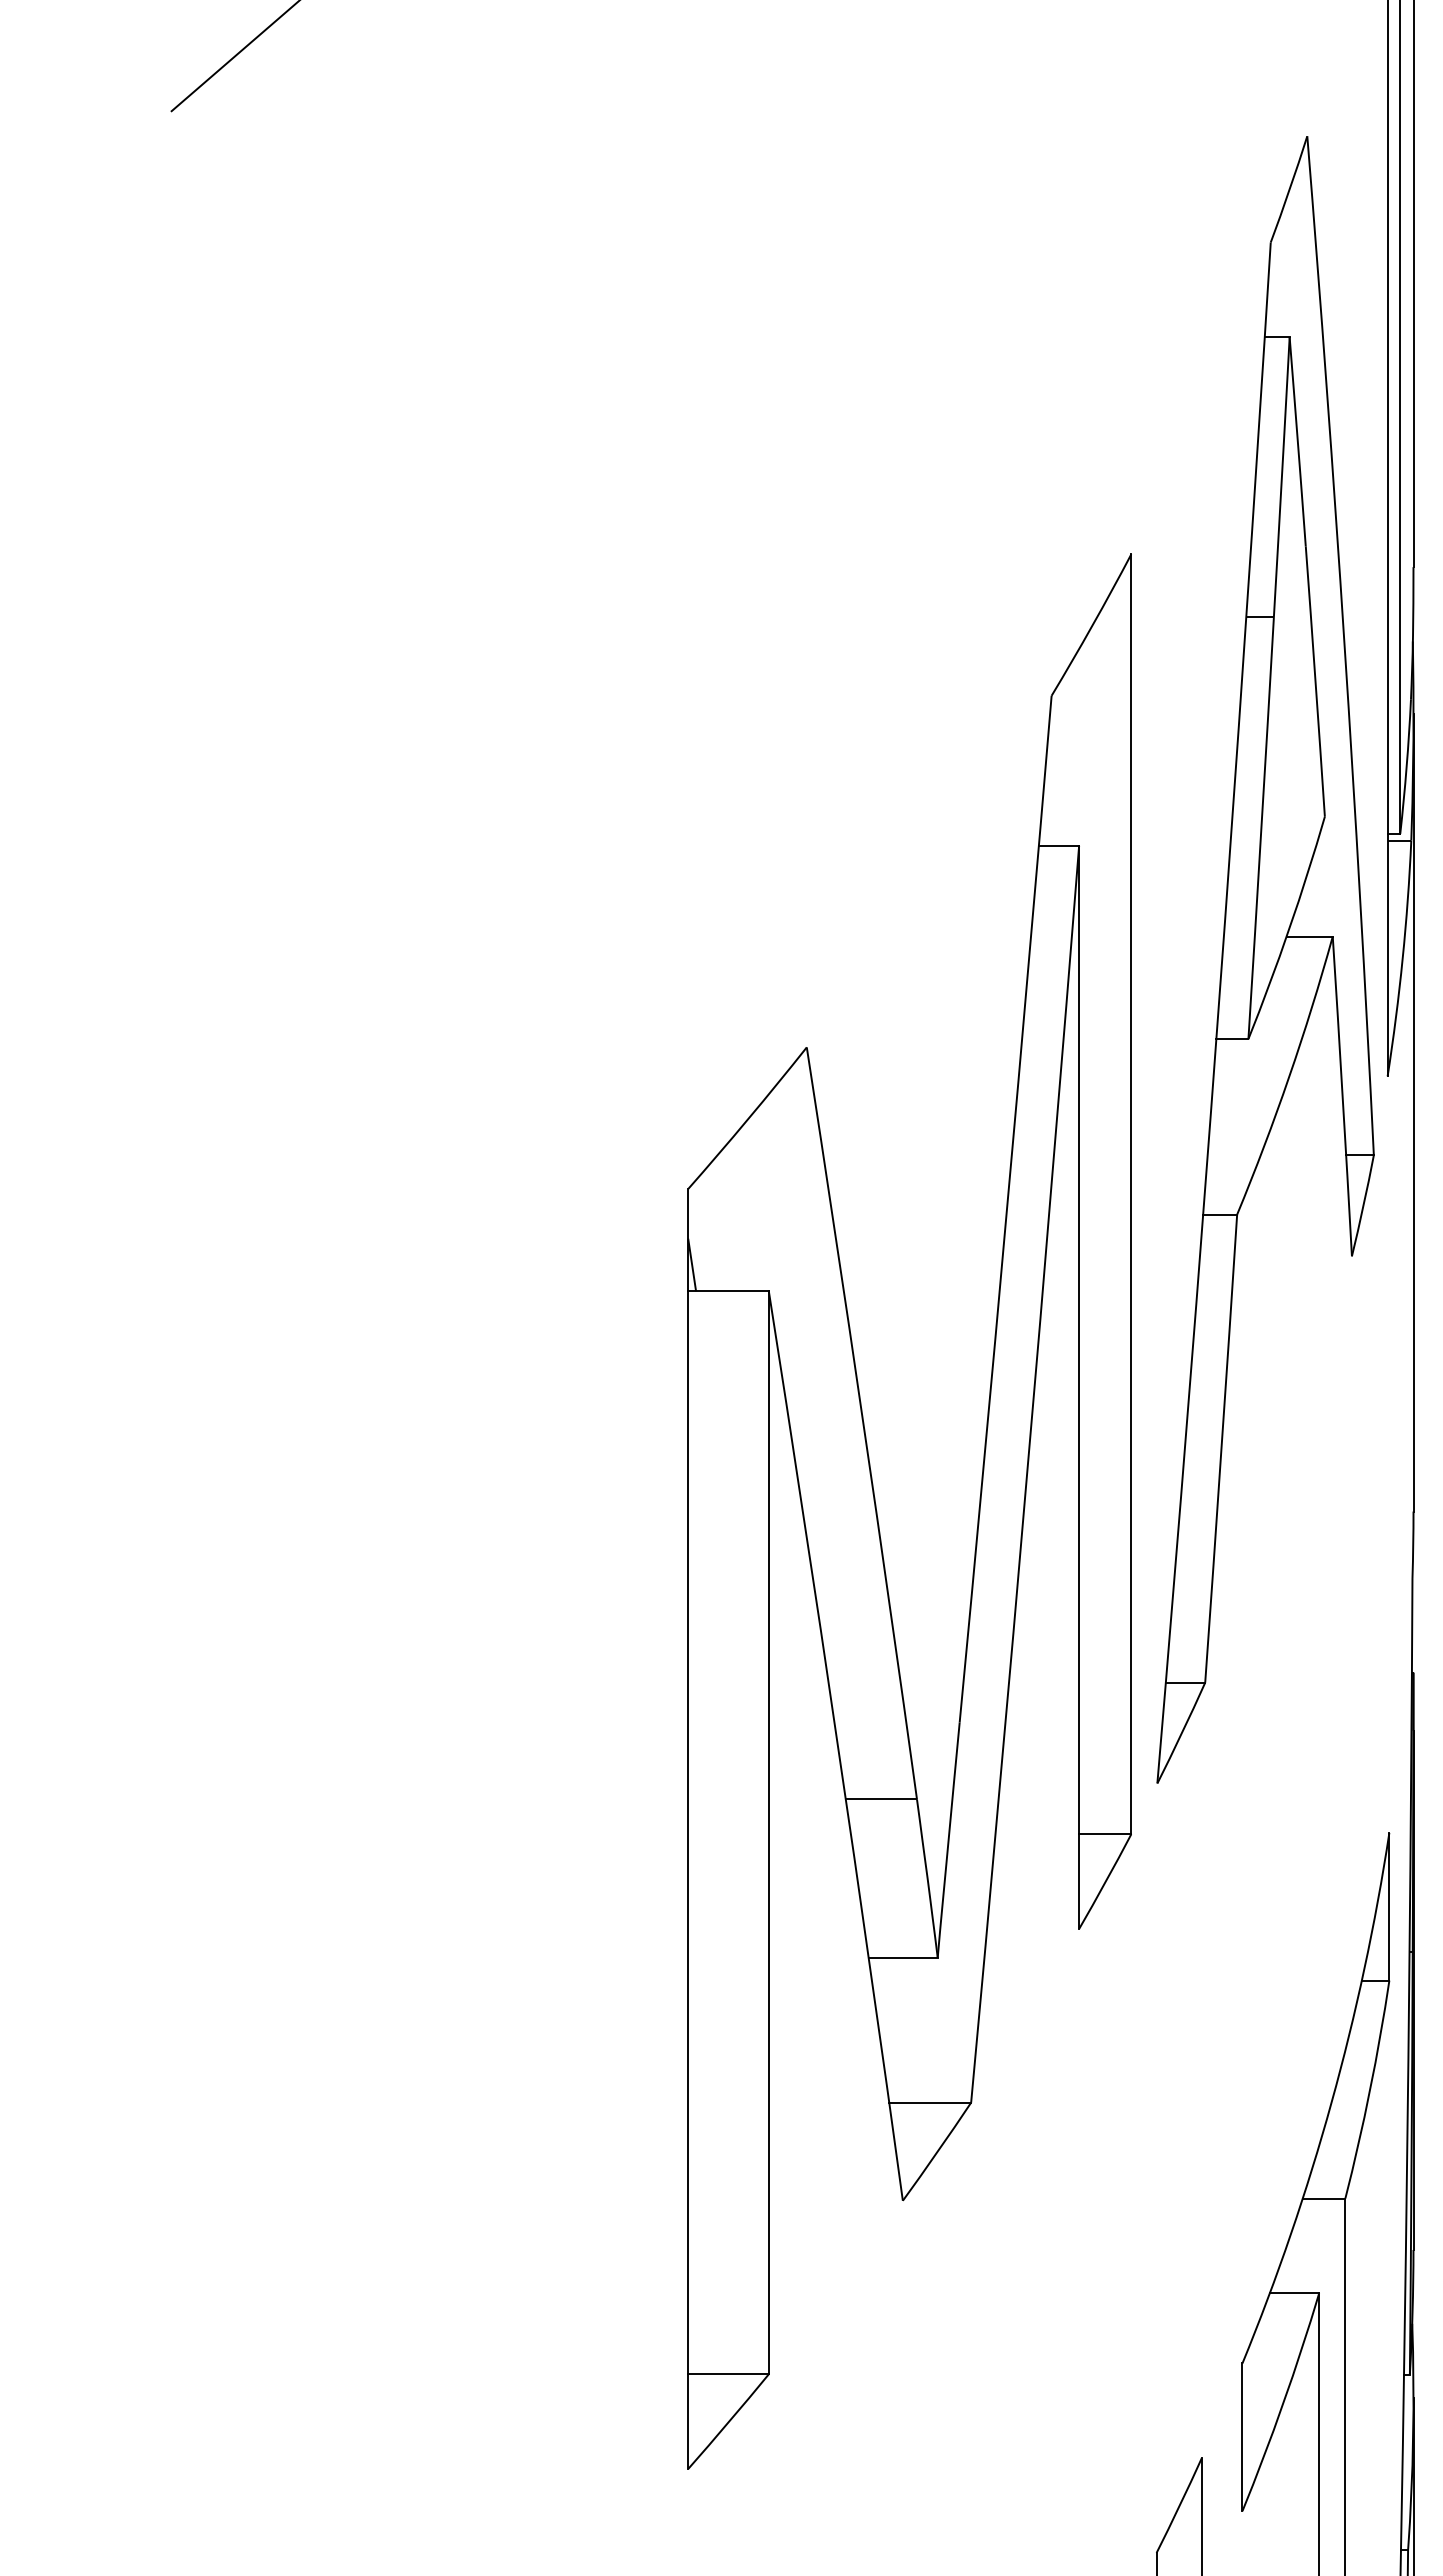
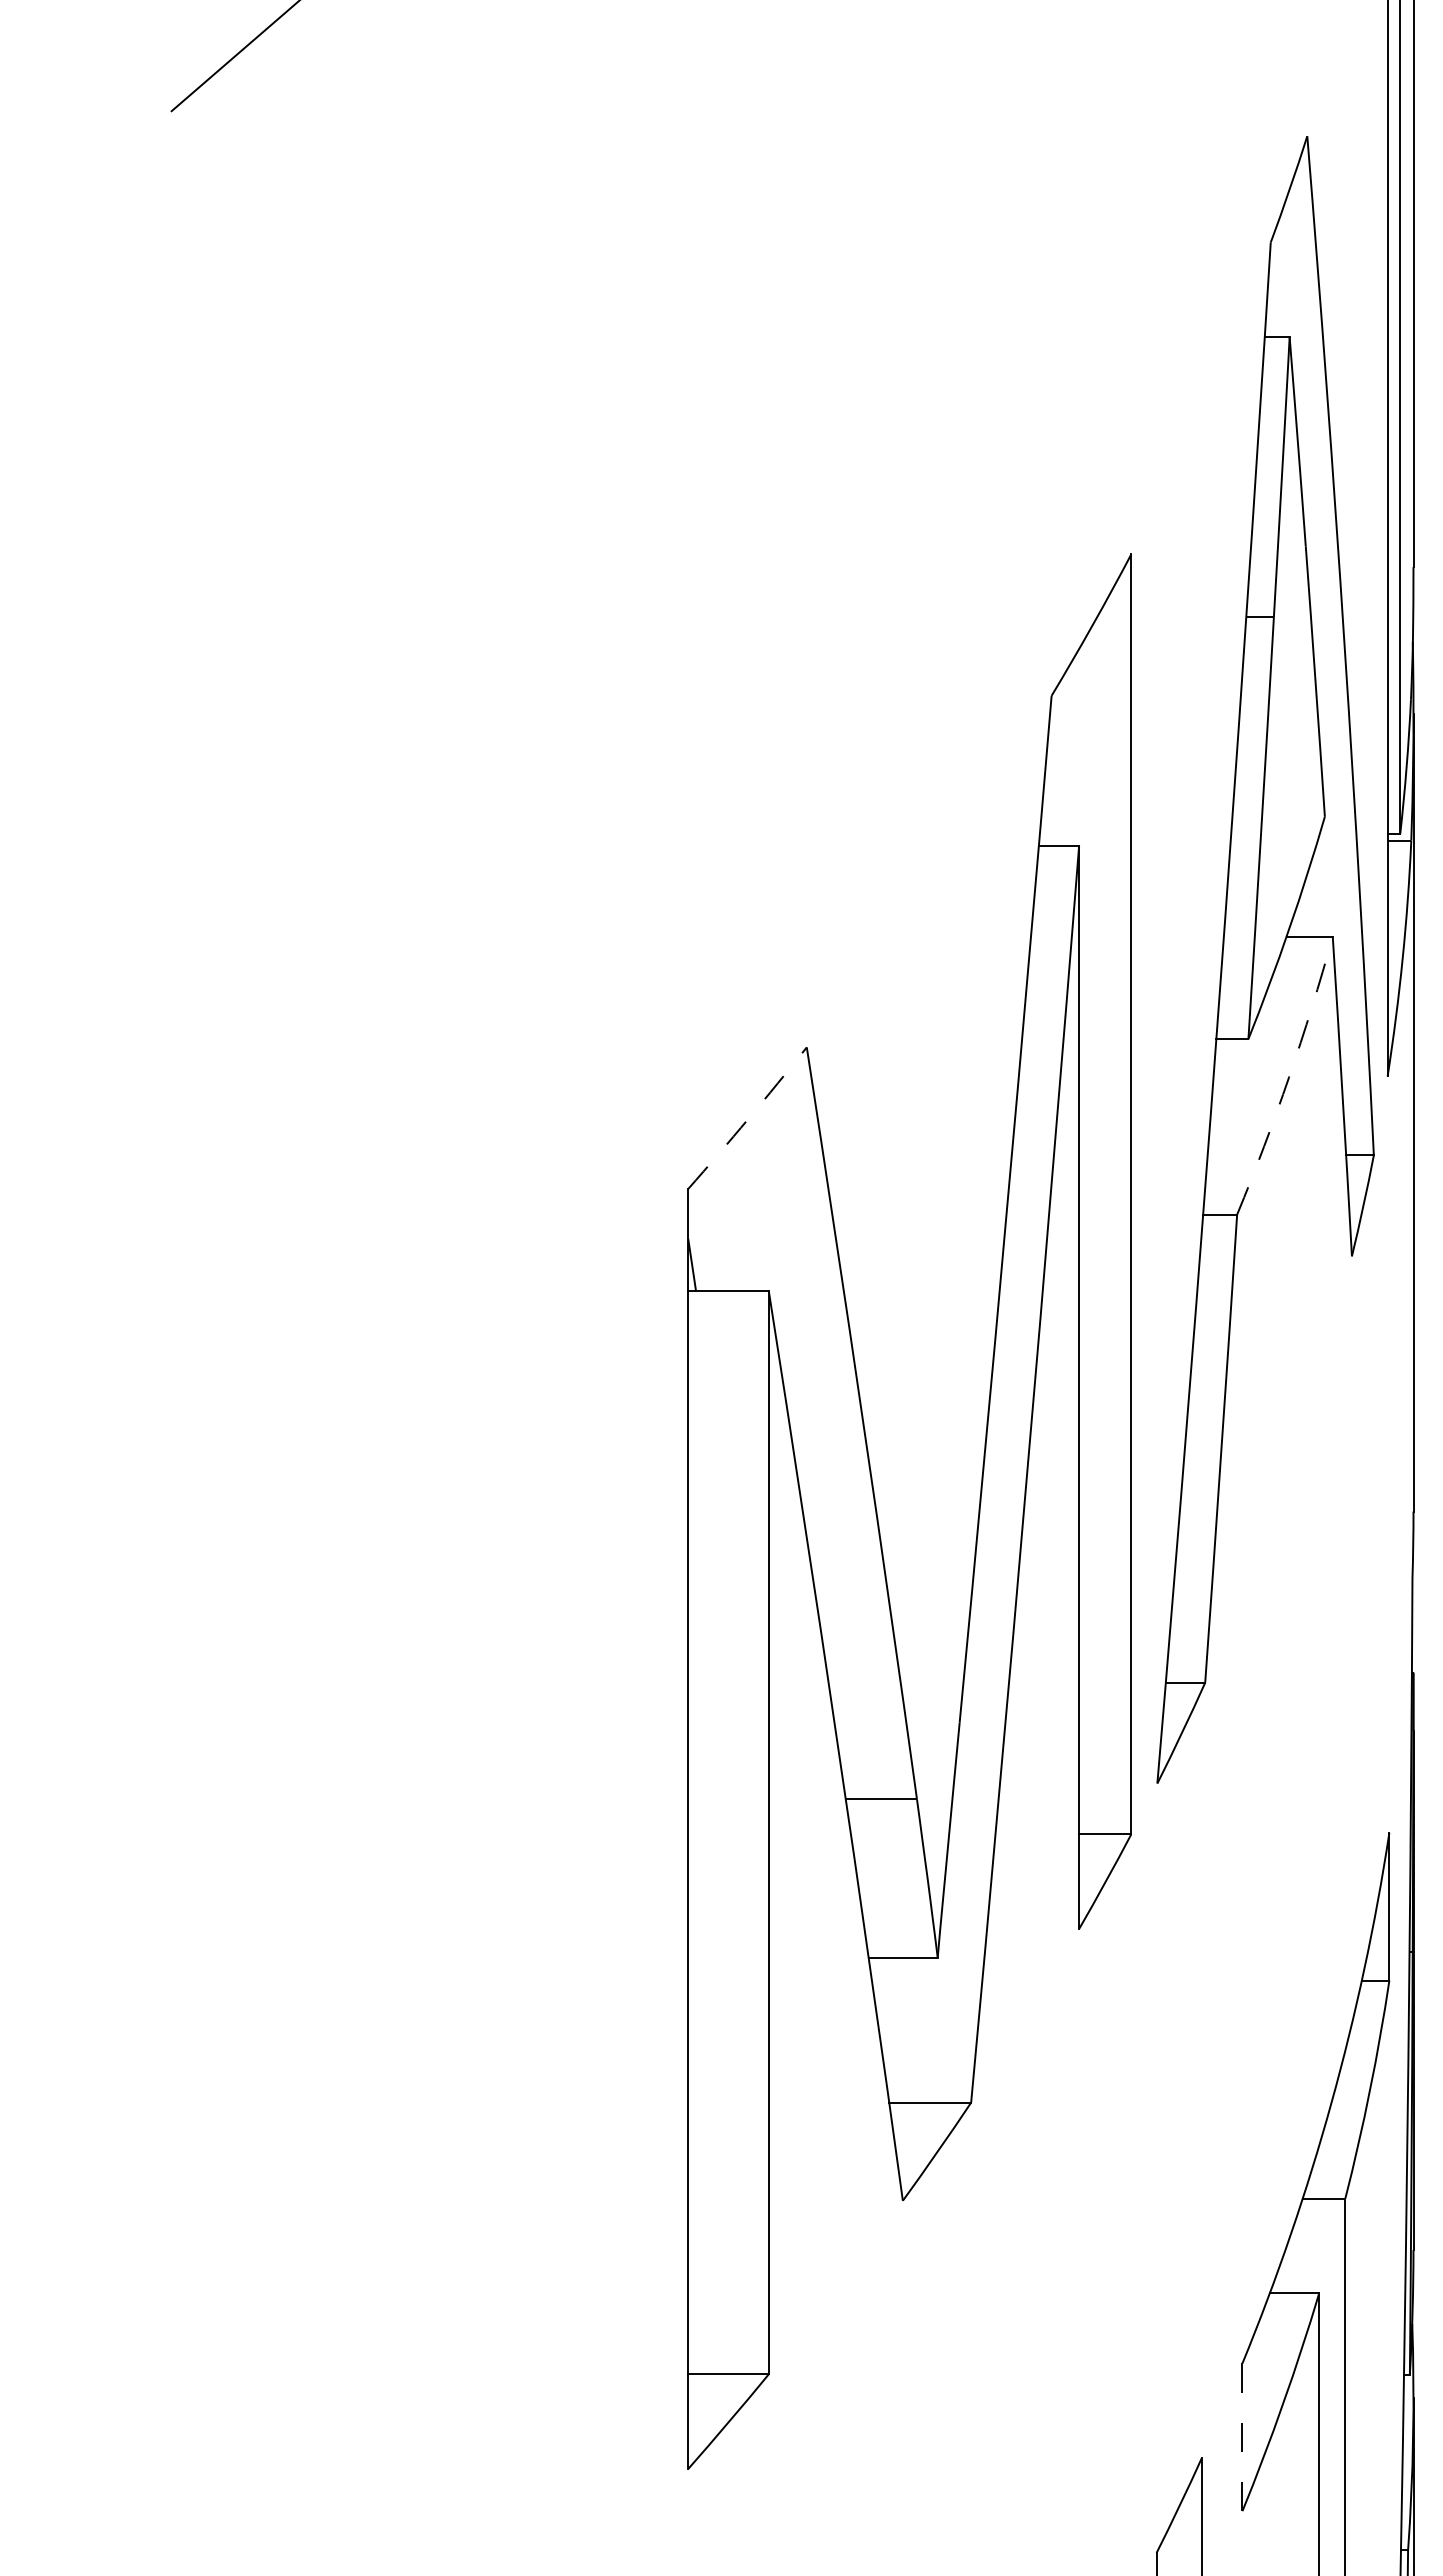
arc at (1289, 1077): solid -> dashed
arc at (748, 1118): solid -> dashed
line at (1242, 2437): solid -> dashed
